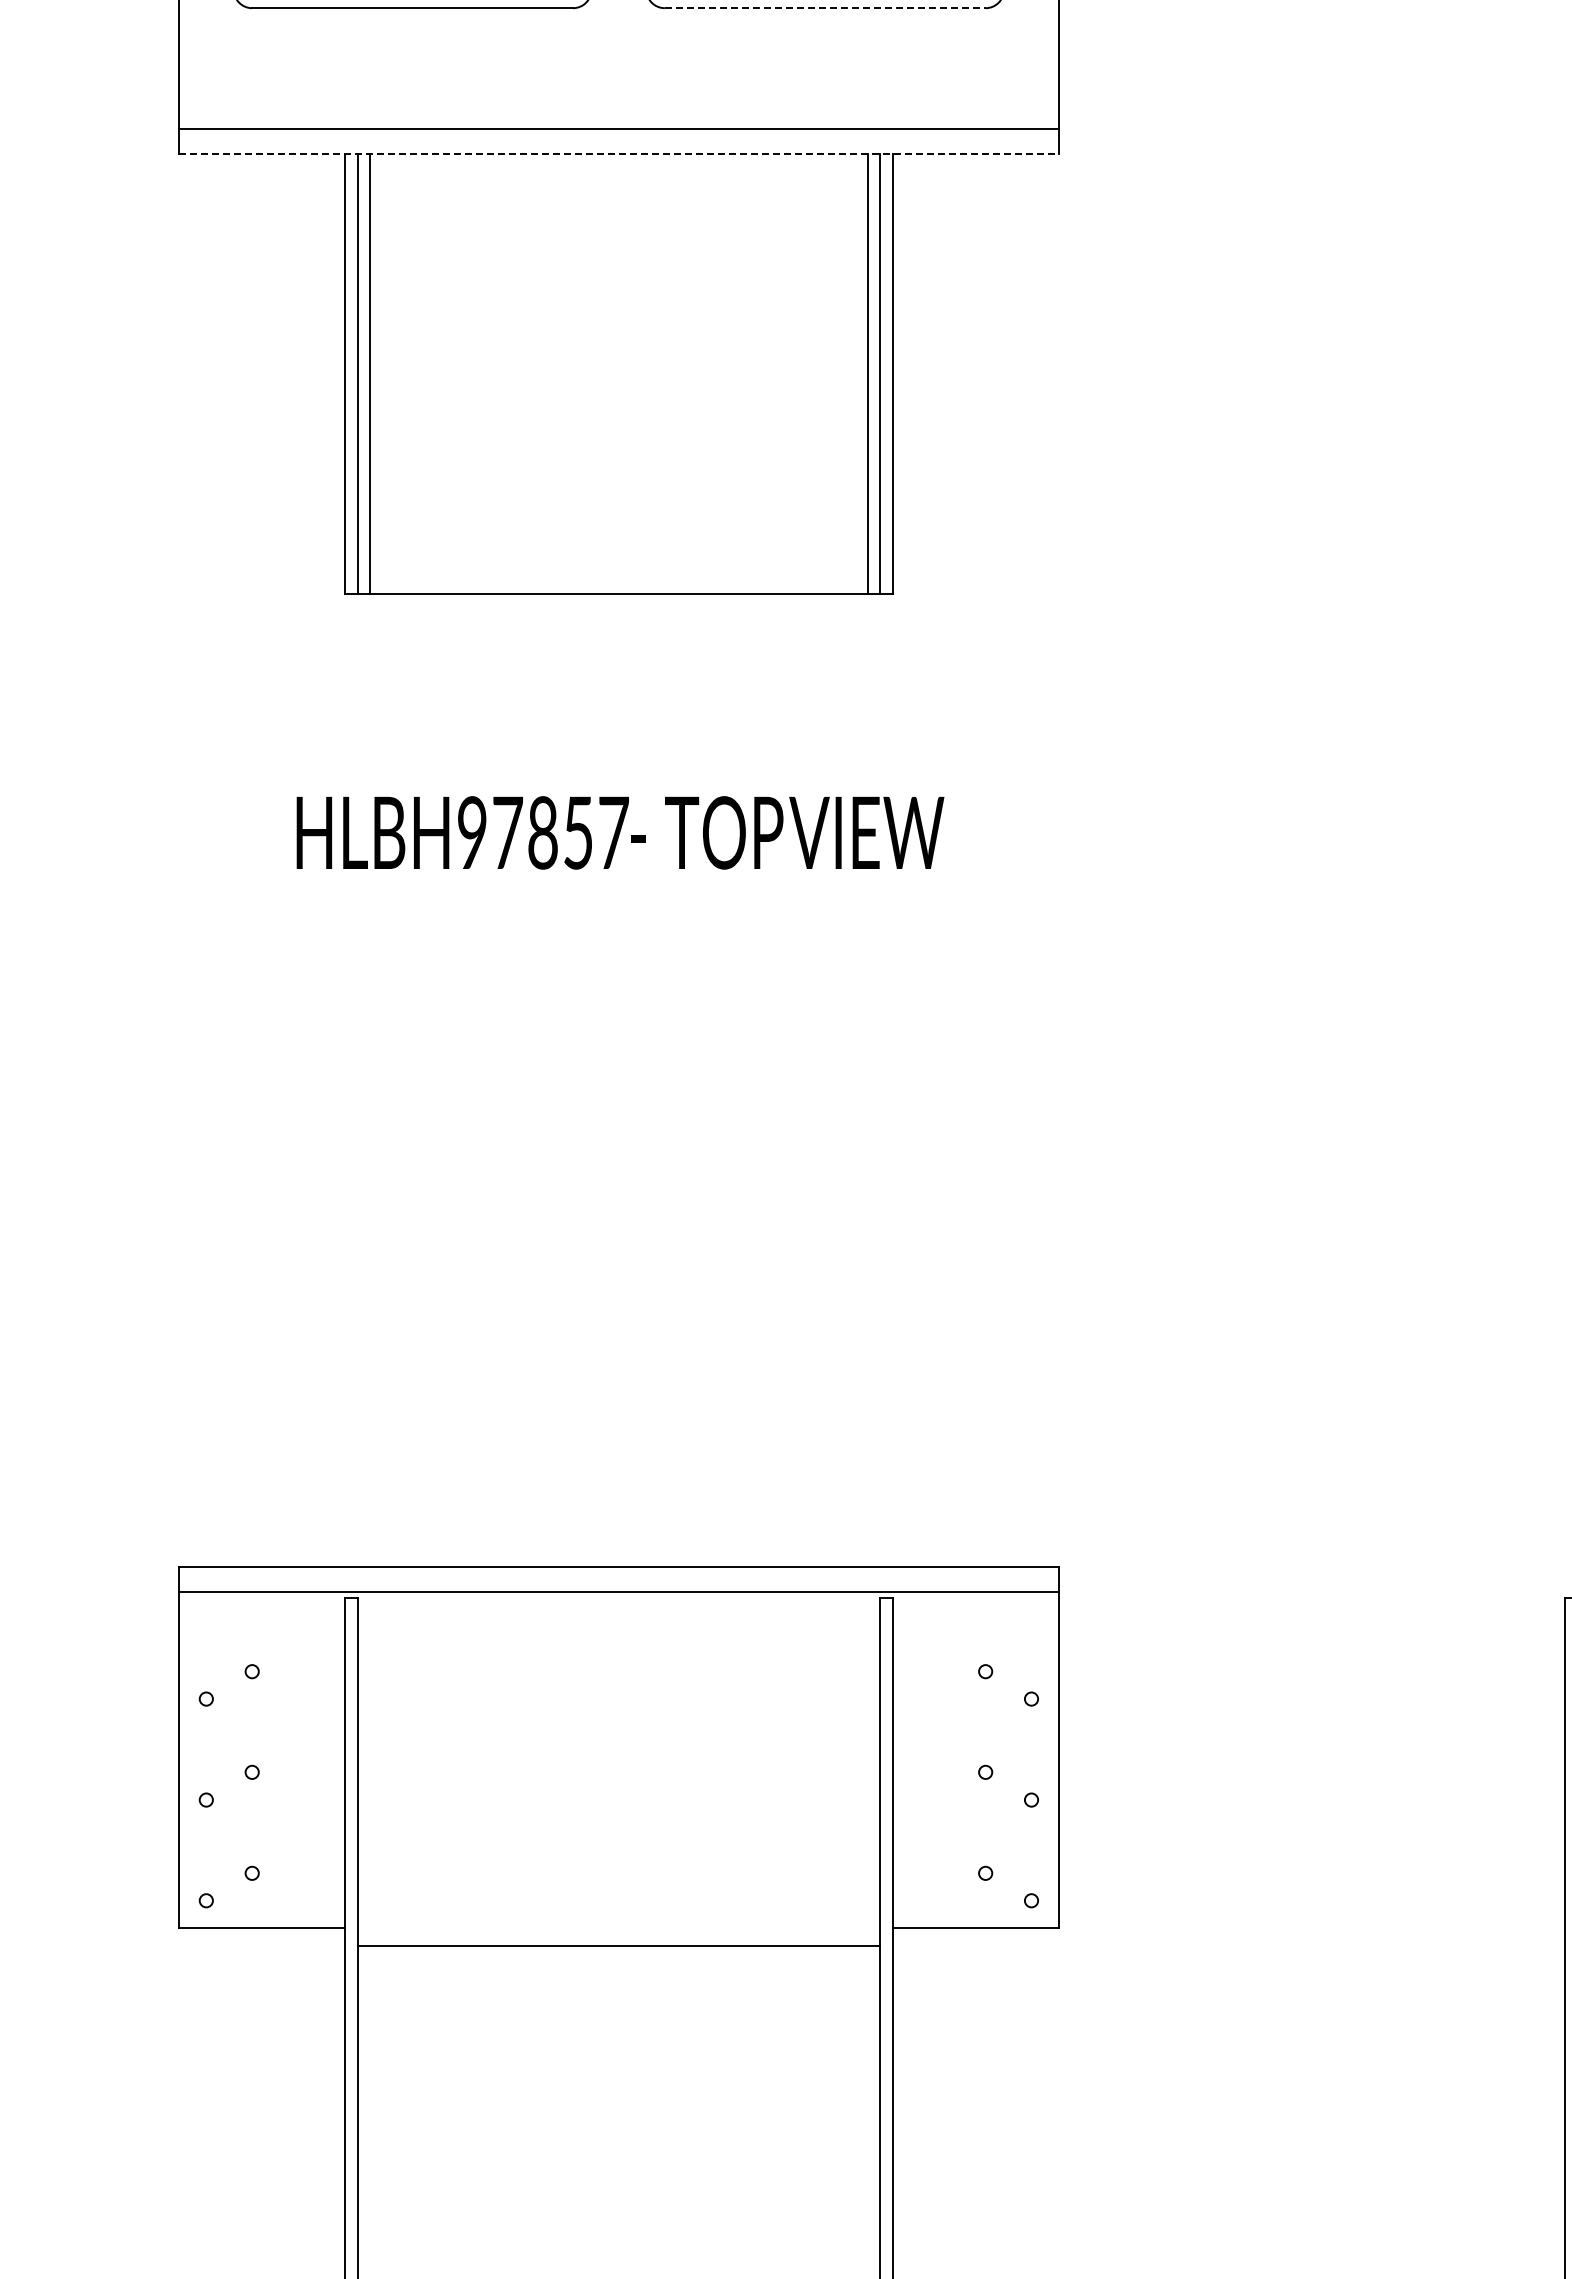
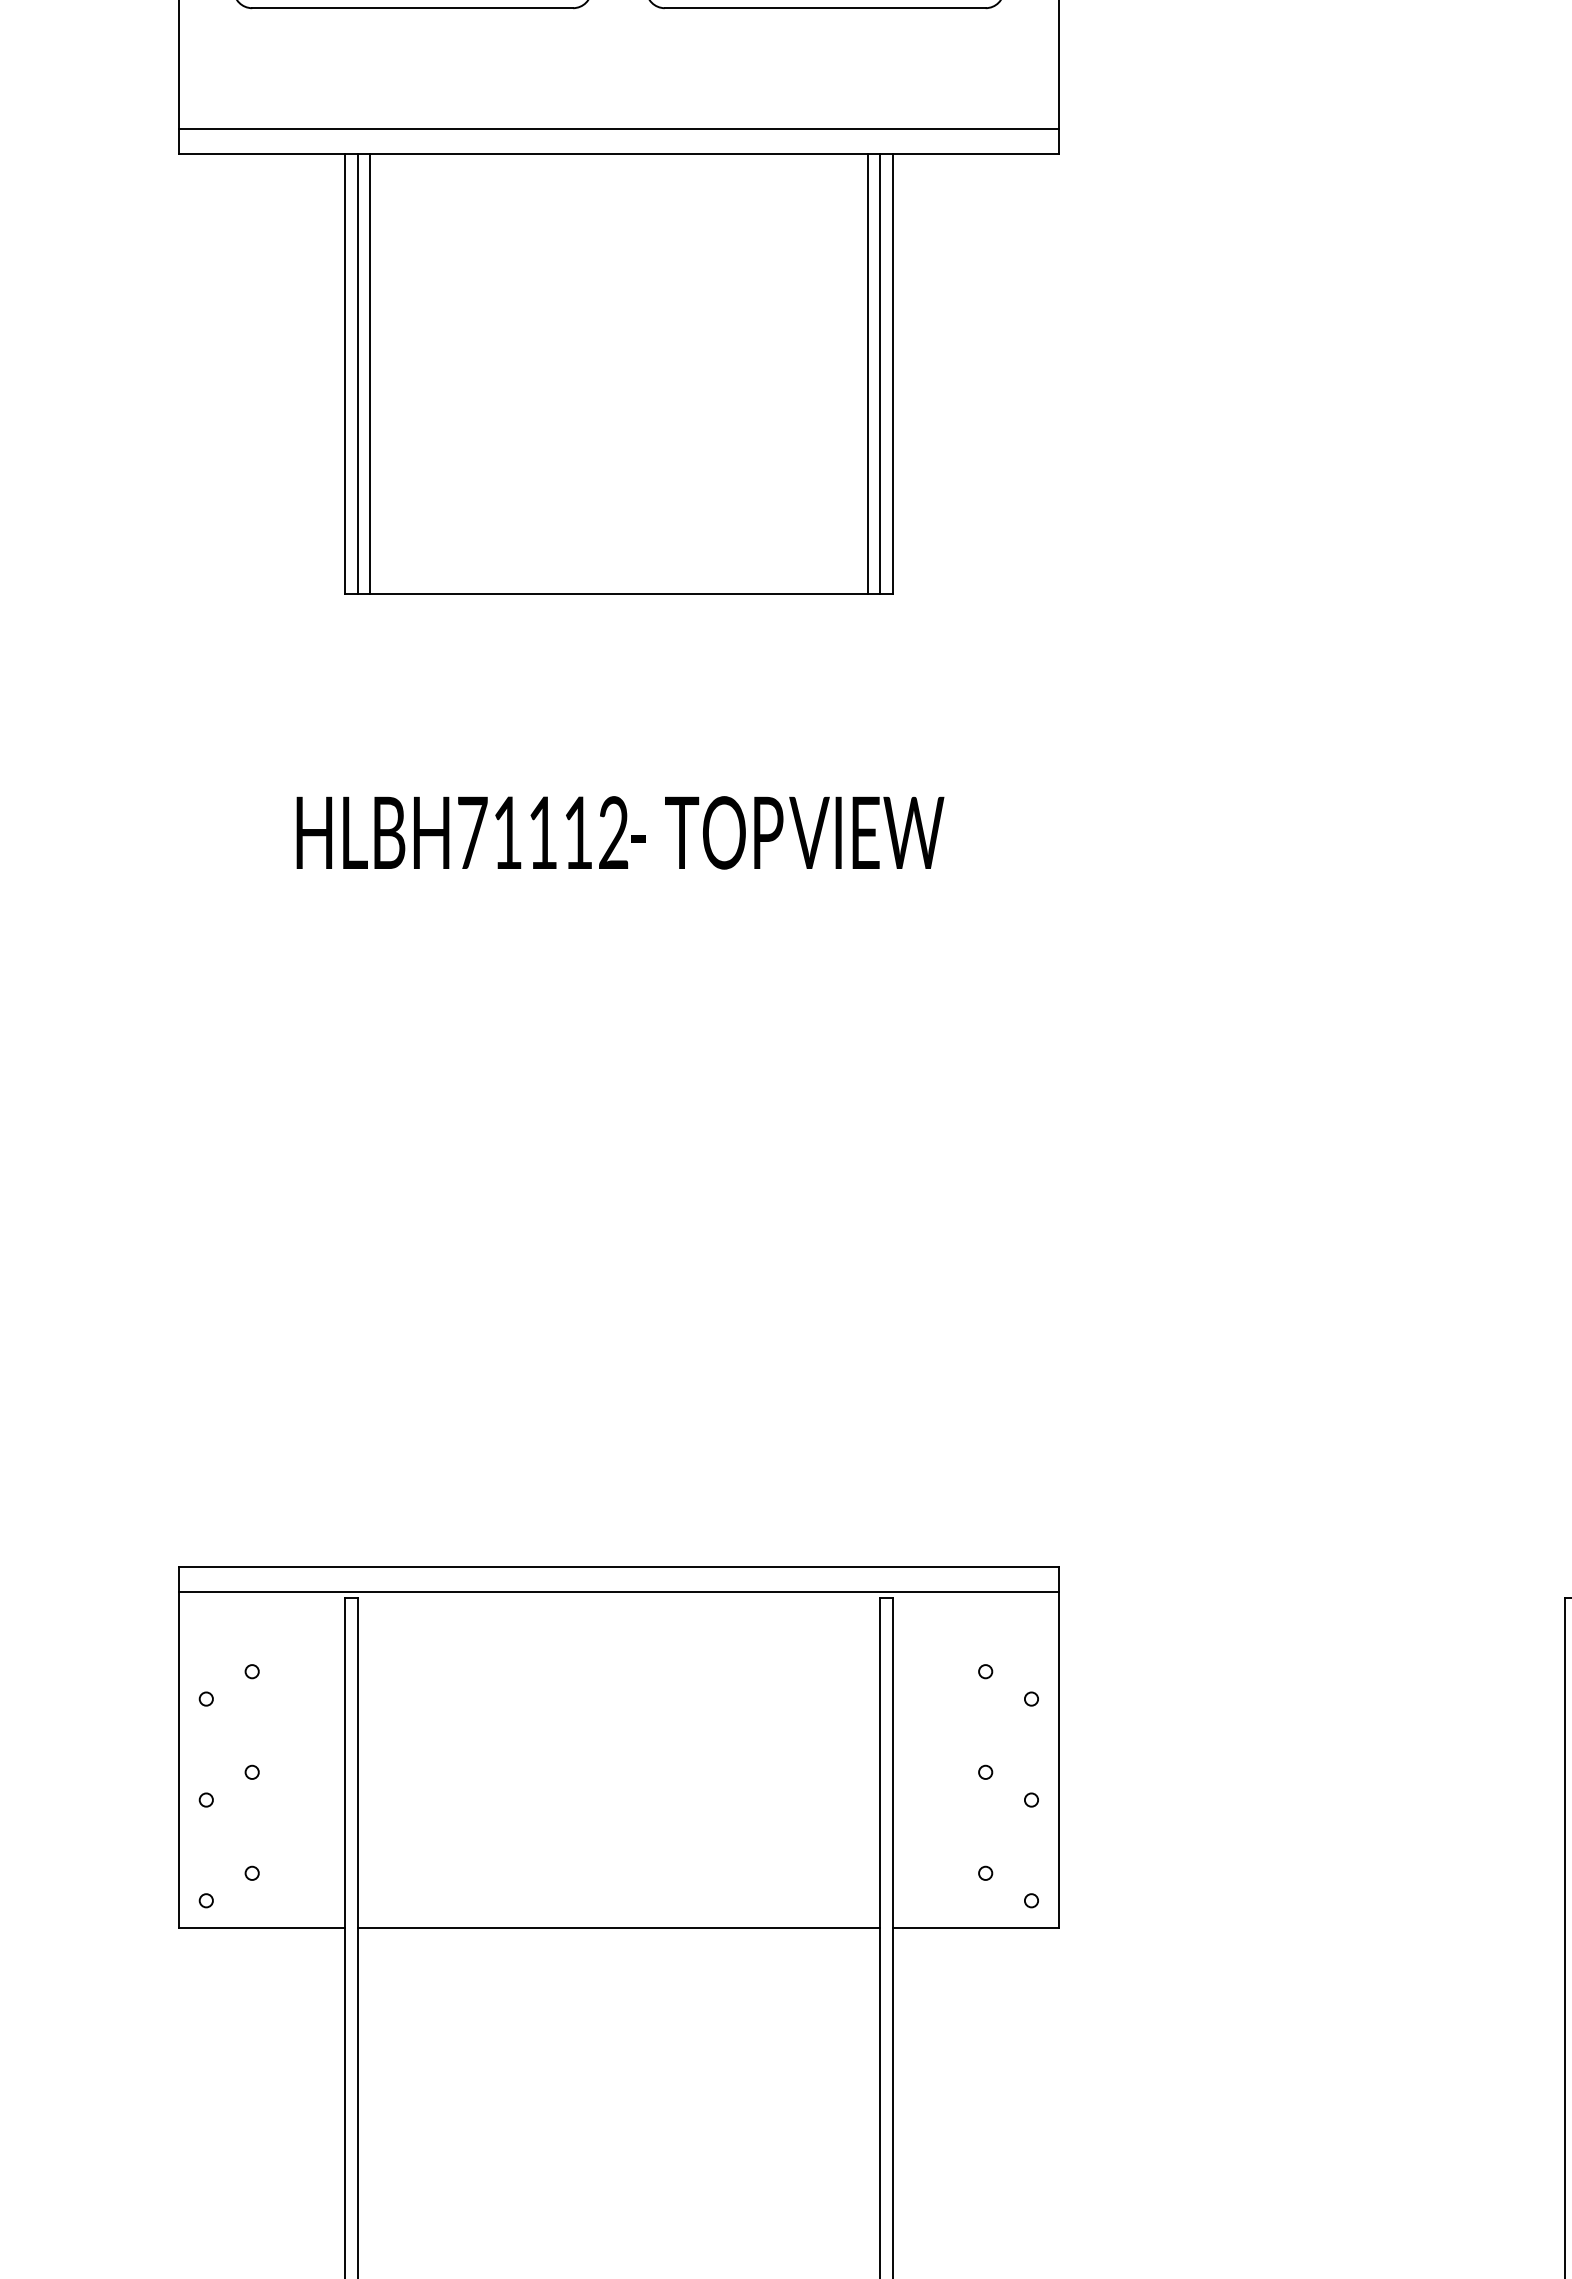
line at (825, 8): dashed -> solid
line at (619, 154): dashed -> solid
text at (543, 832): HLBH97857 -> HLBH71112
line at (618, 1946) position: (618, 1946) -> (618, 1928)
